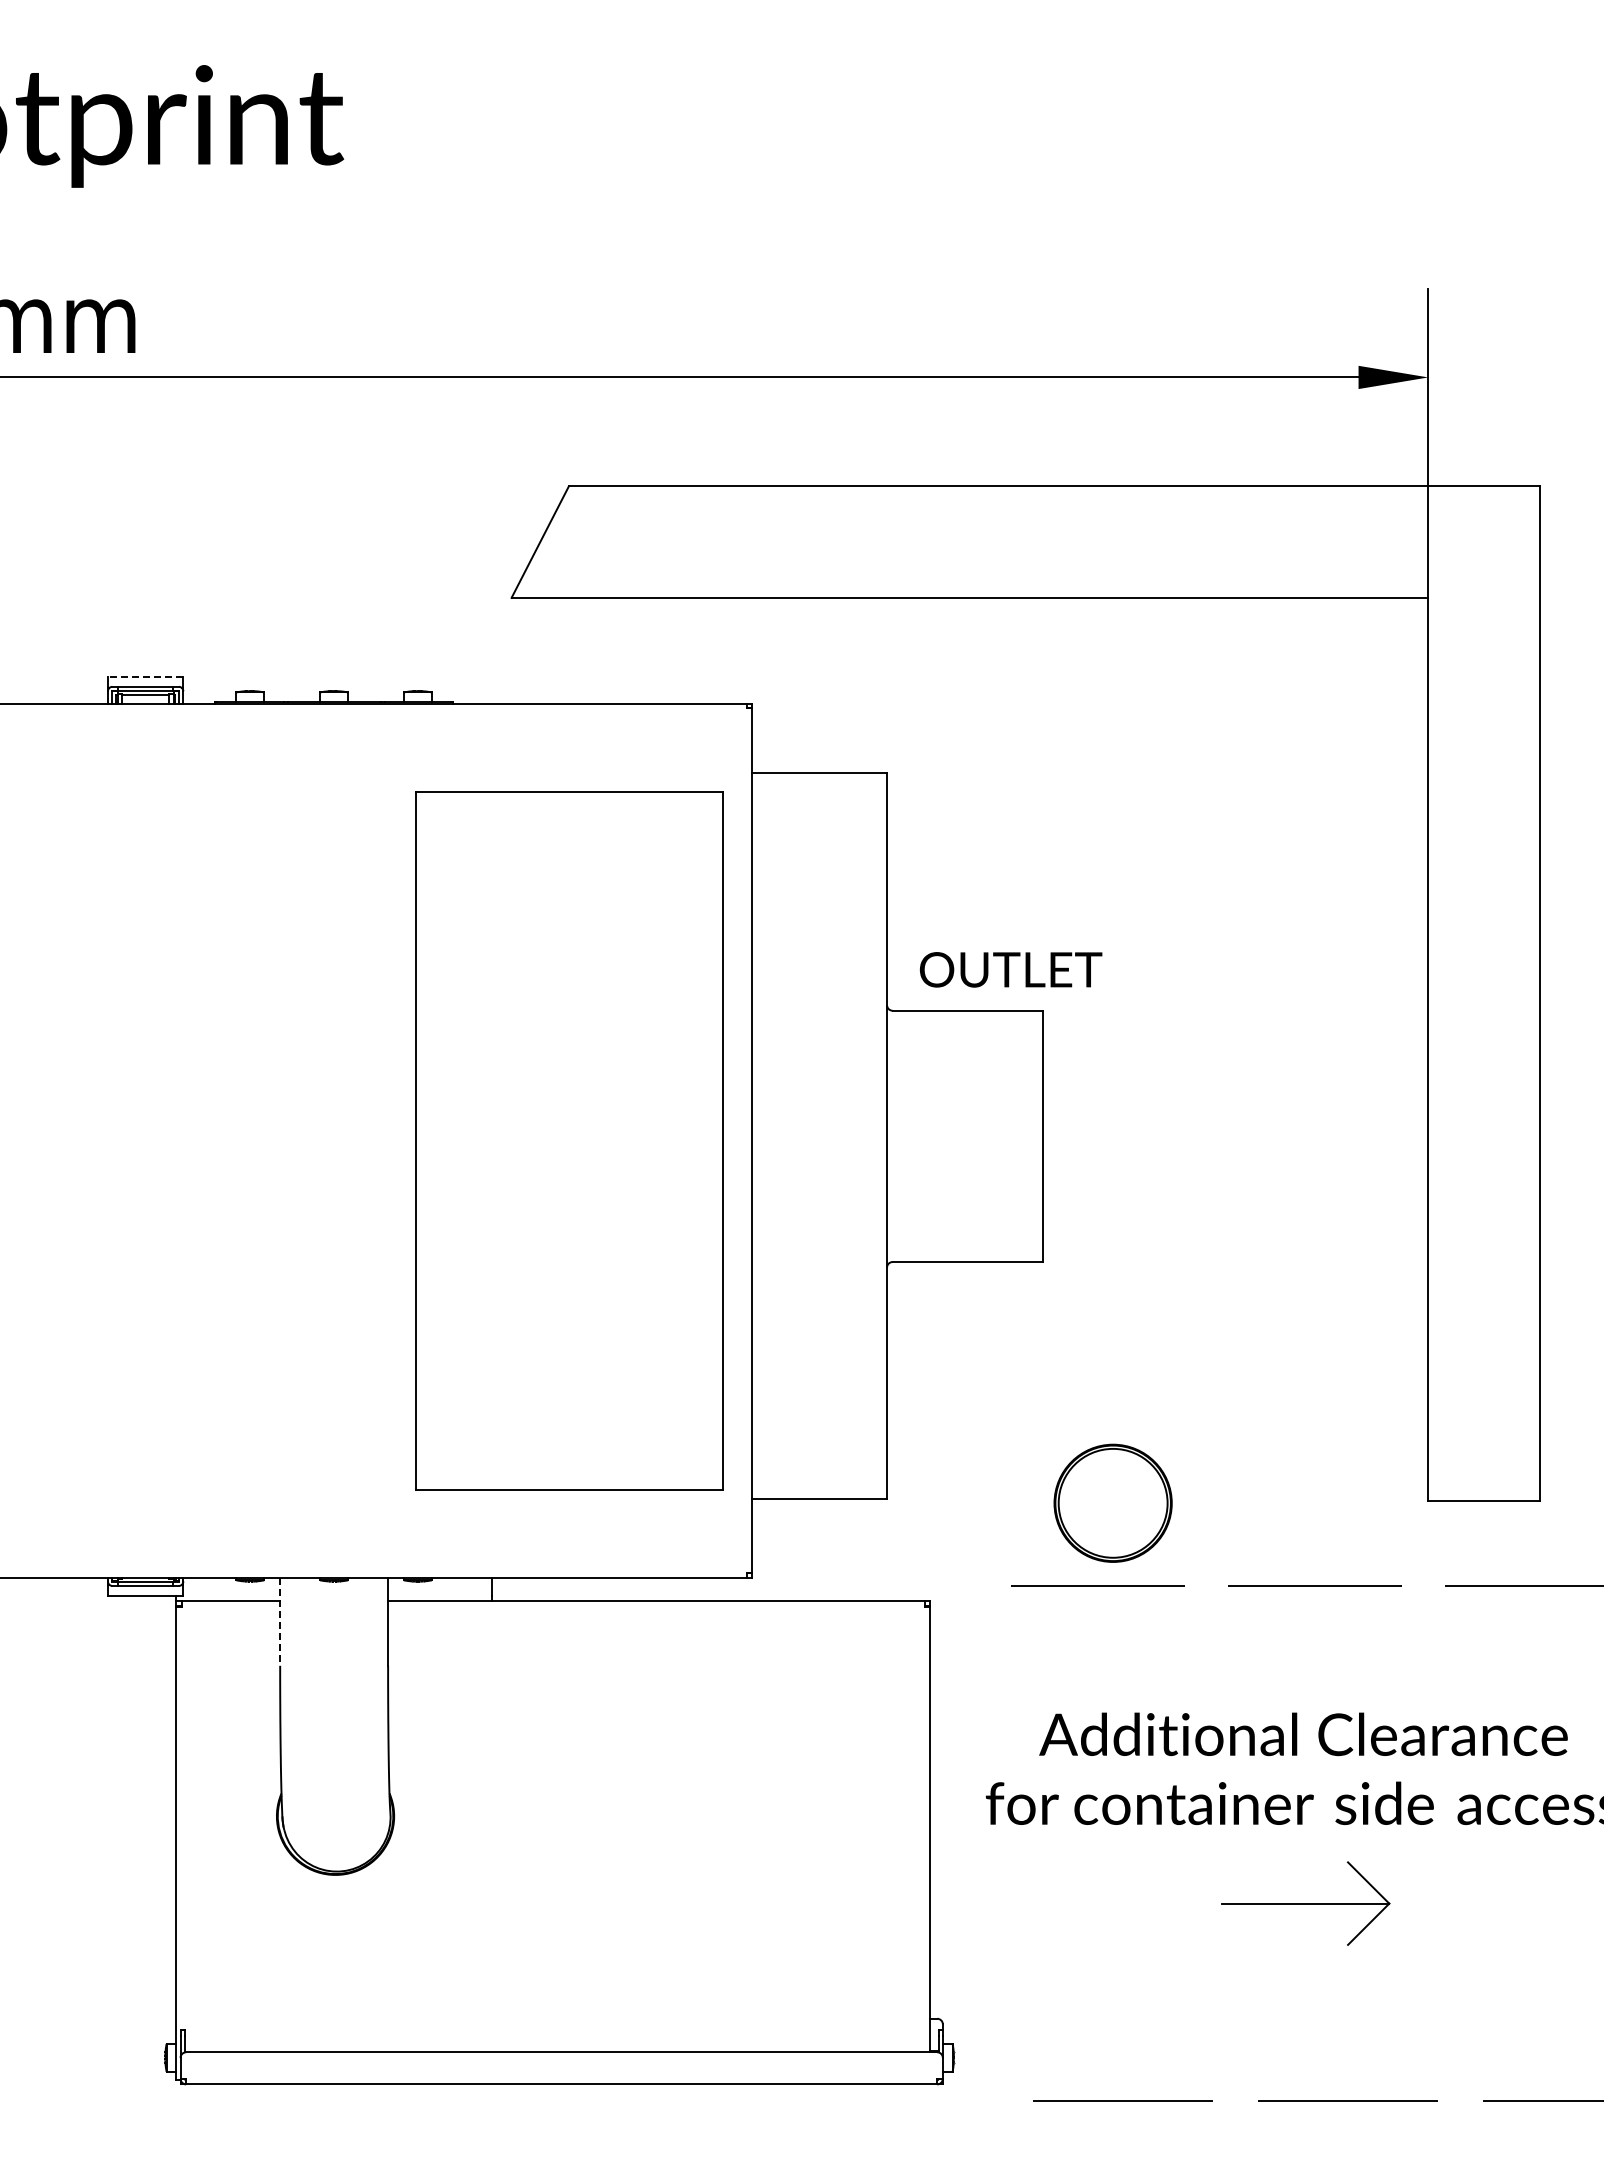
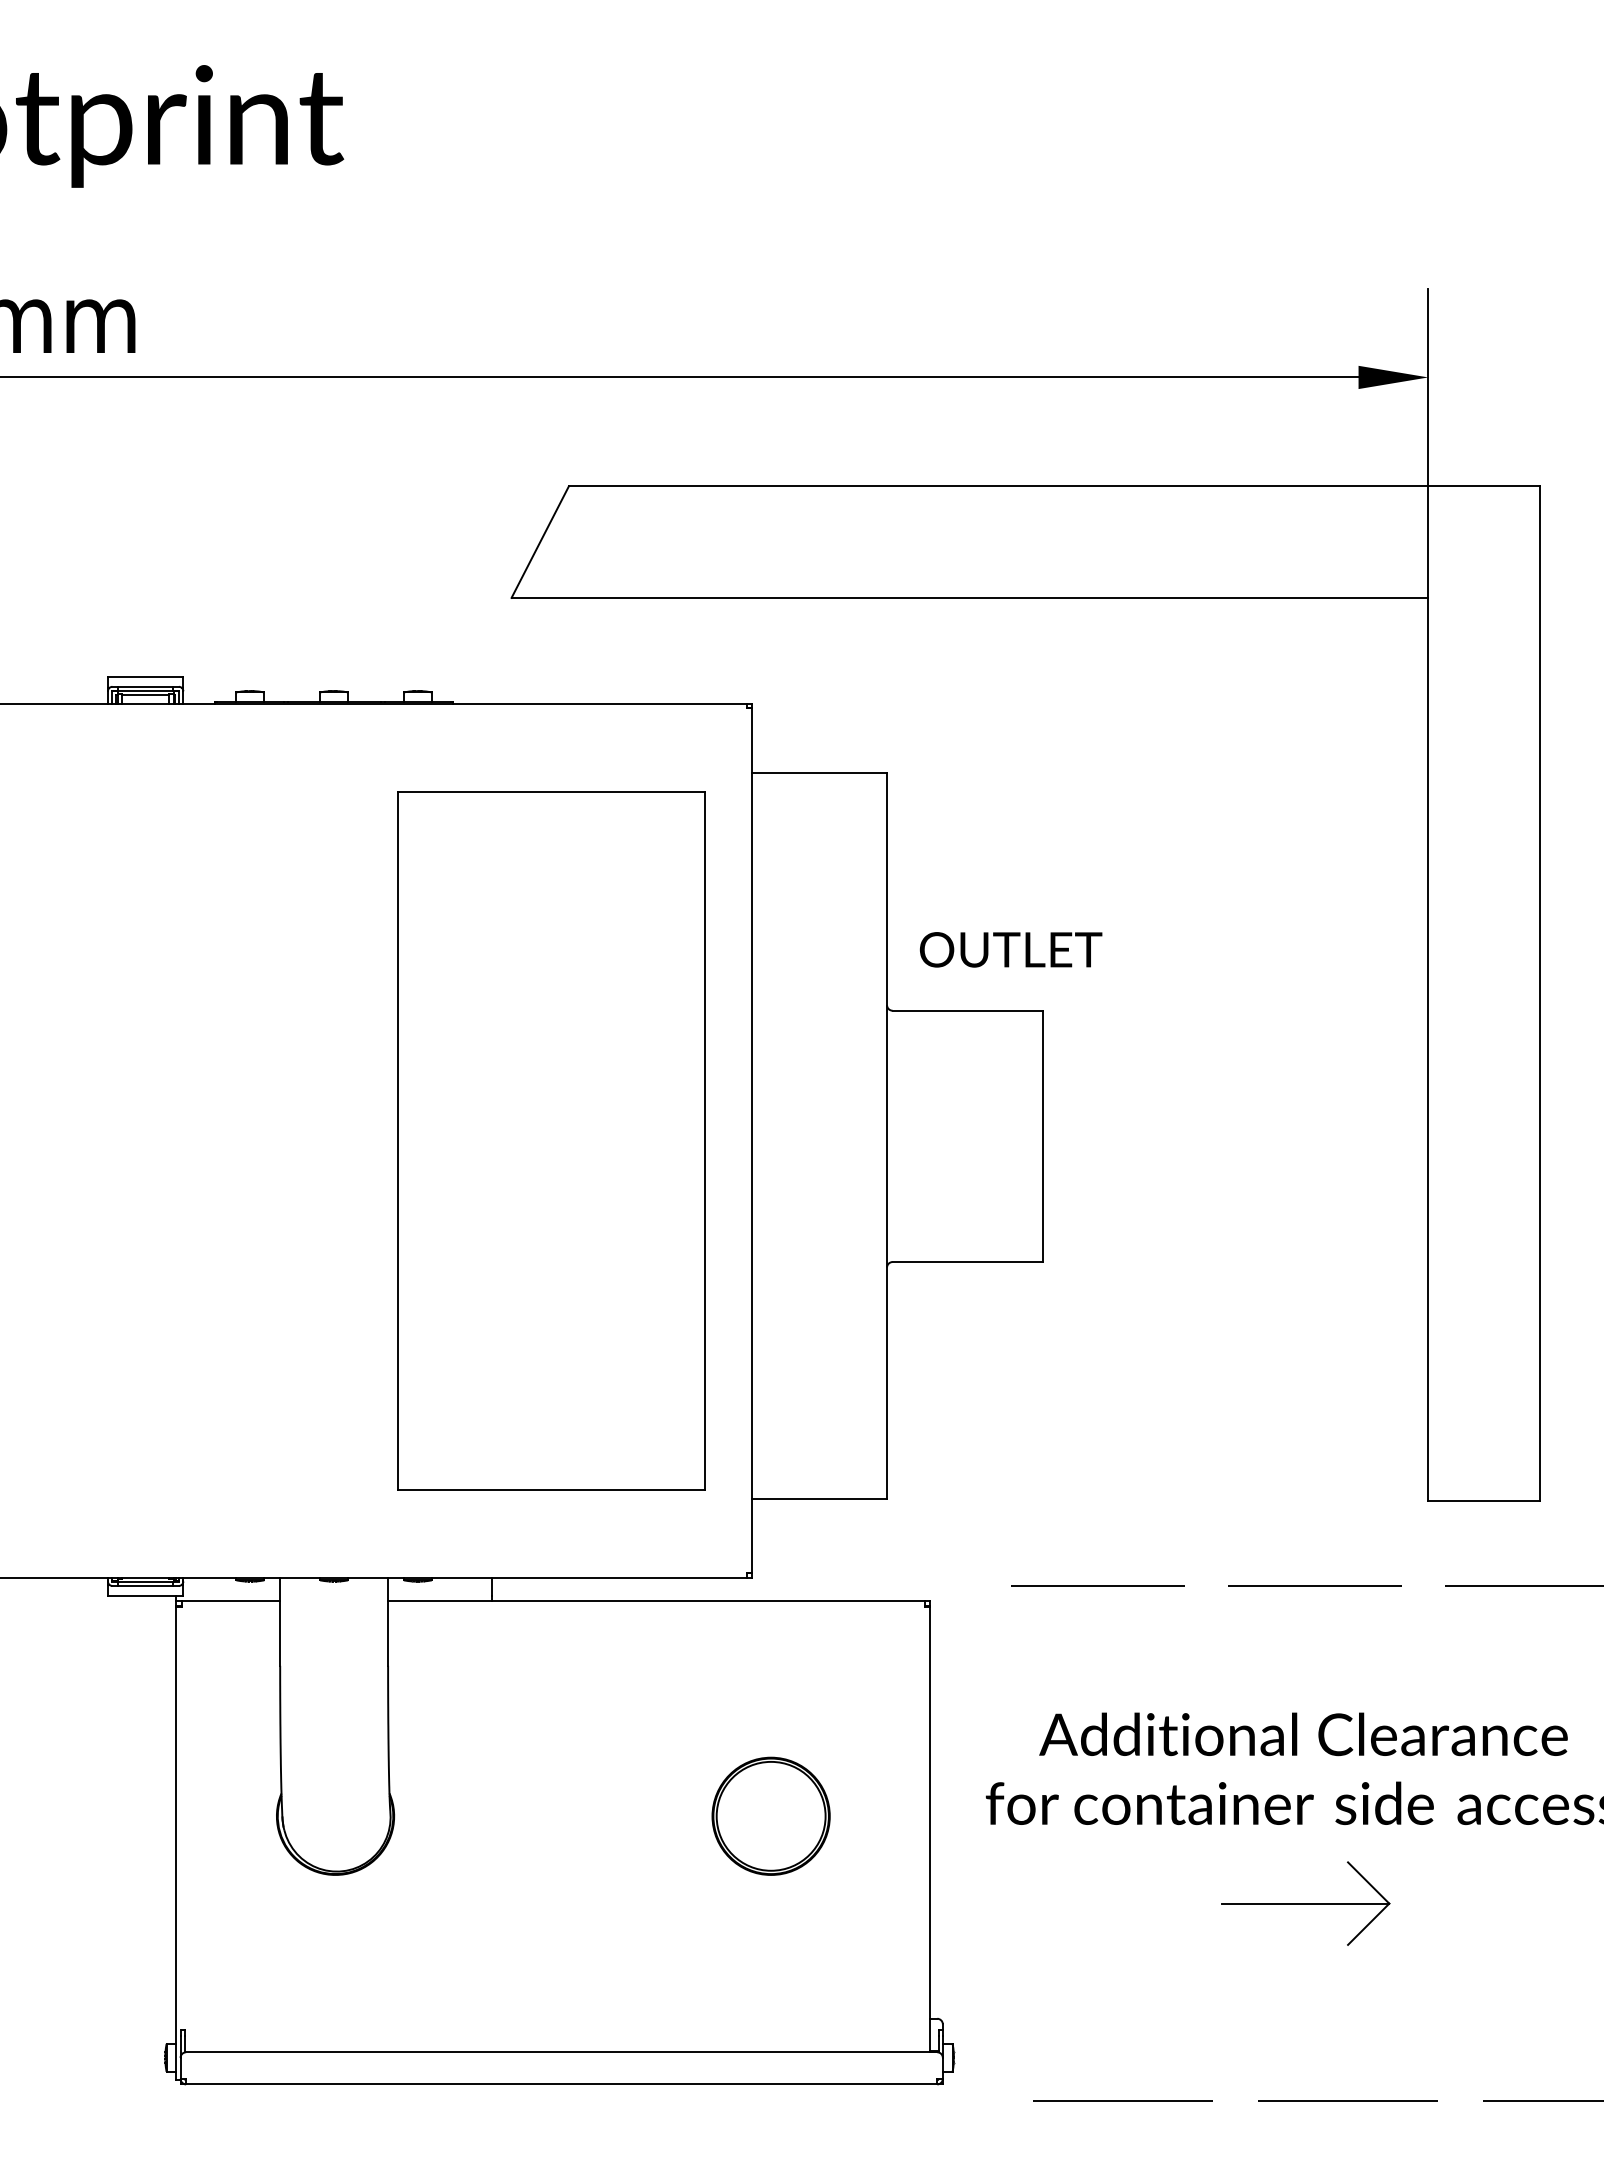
line at (145, 677): dashed -> solid
text at (1010, 969) position: (1010, 969) -> (1010, 949)
part at (569, 1140) position: (569, 1140) -> (551, 1140)
part at (1112, 1502) position: (1112, 1502) -> (770, 1815)
line at (280, 1622): dashed -> solid
